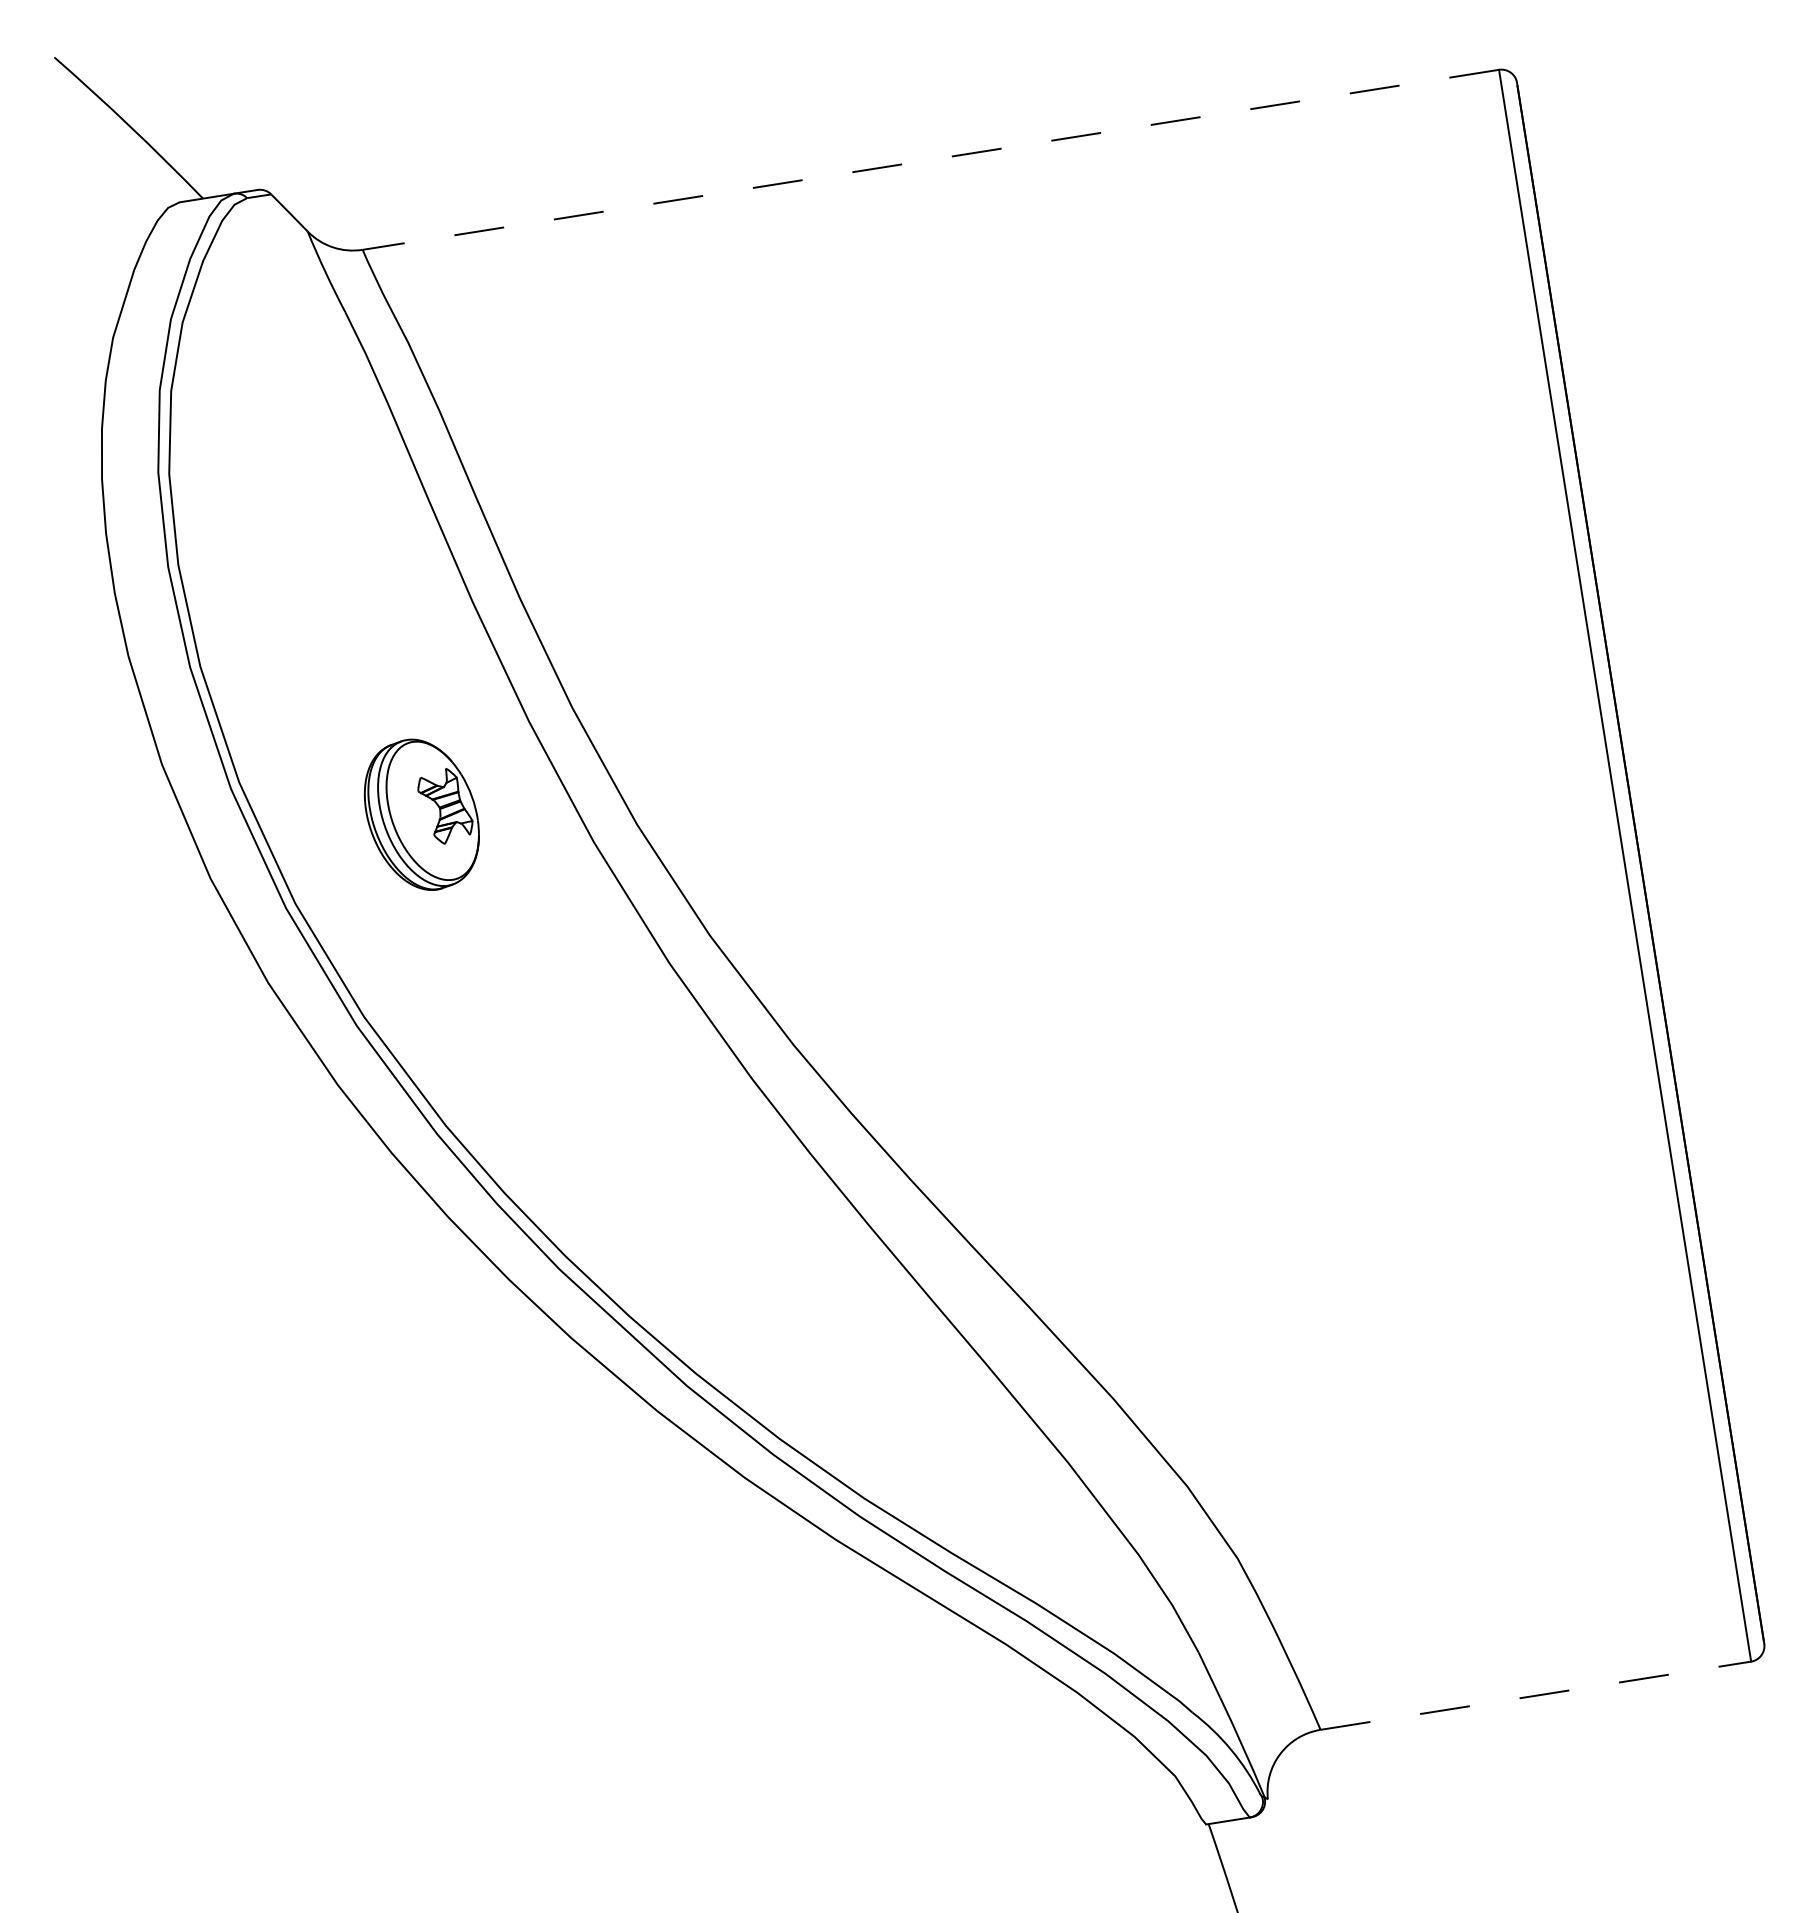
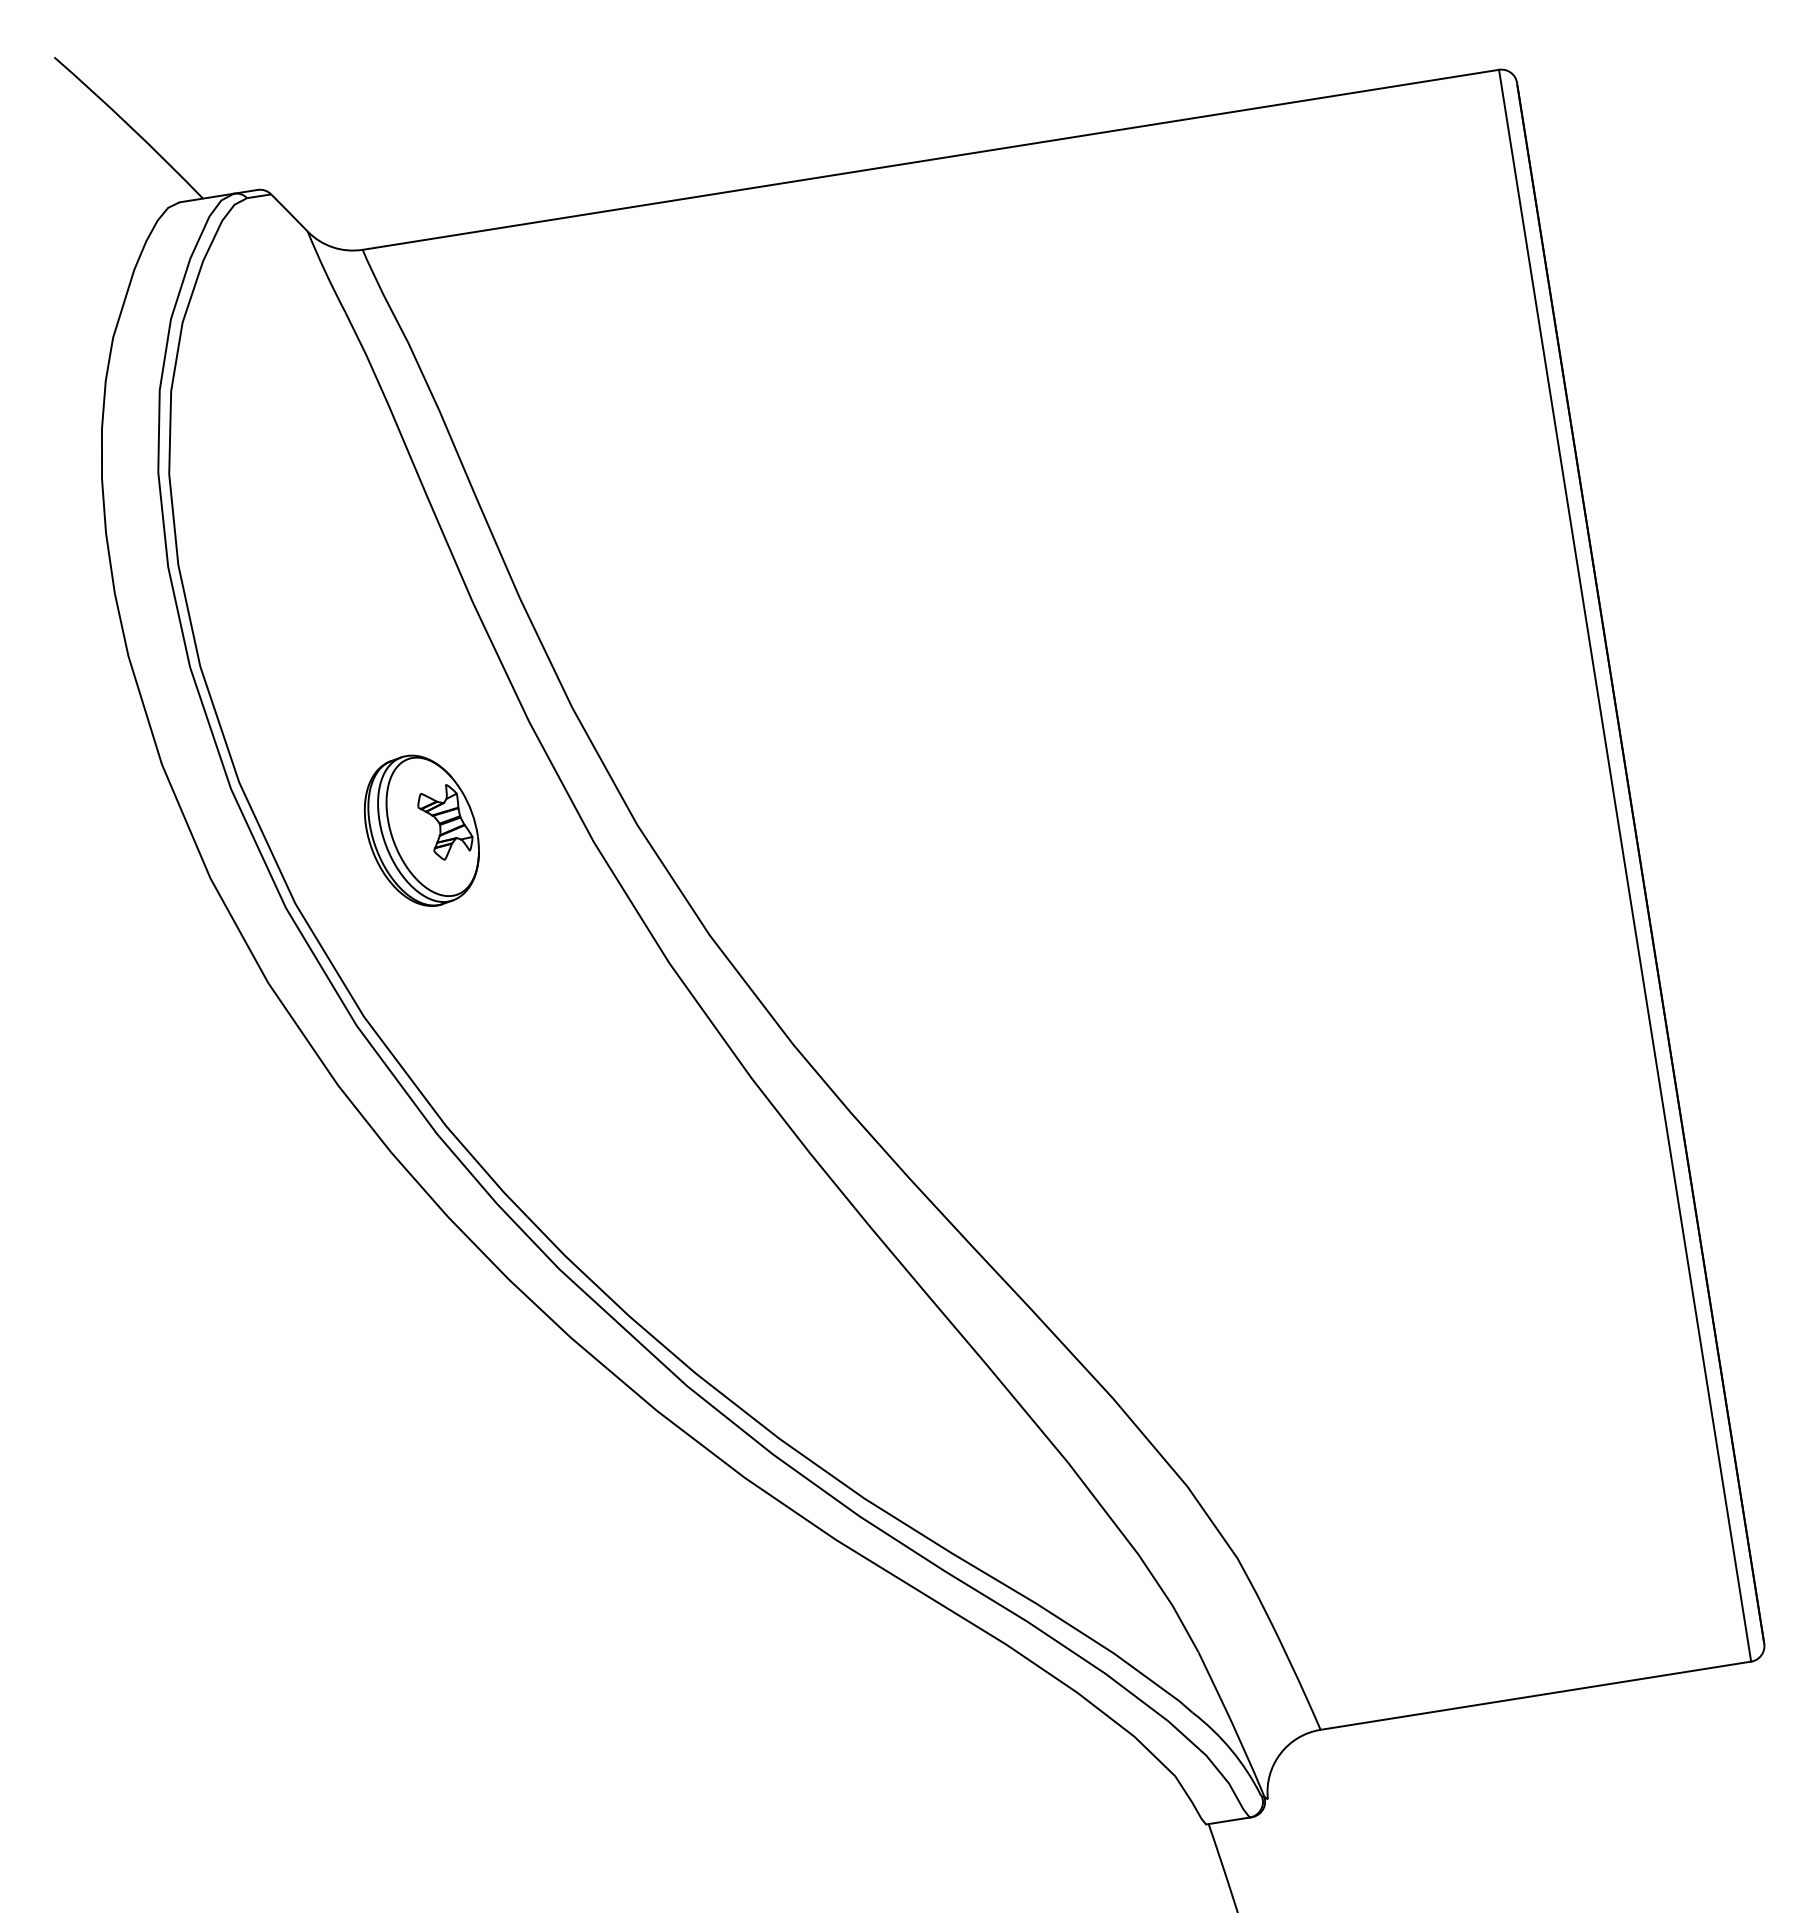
line at (930, 159): dashed -> solid
part at (421, 814) position: (421, 814) -> (421, 830)
line at (1535, 1695): dashed -> solid
